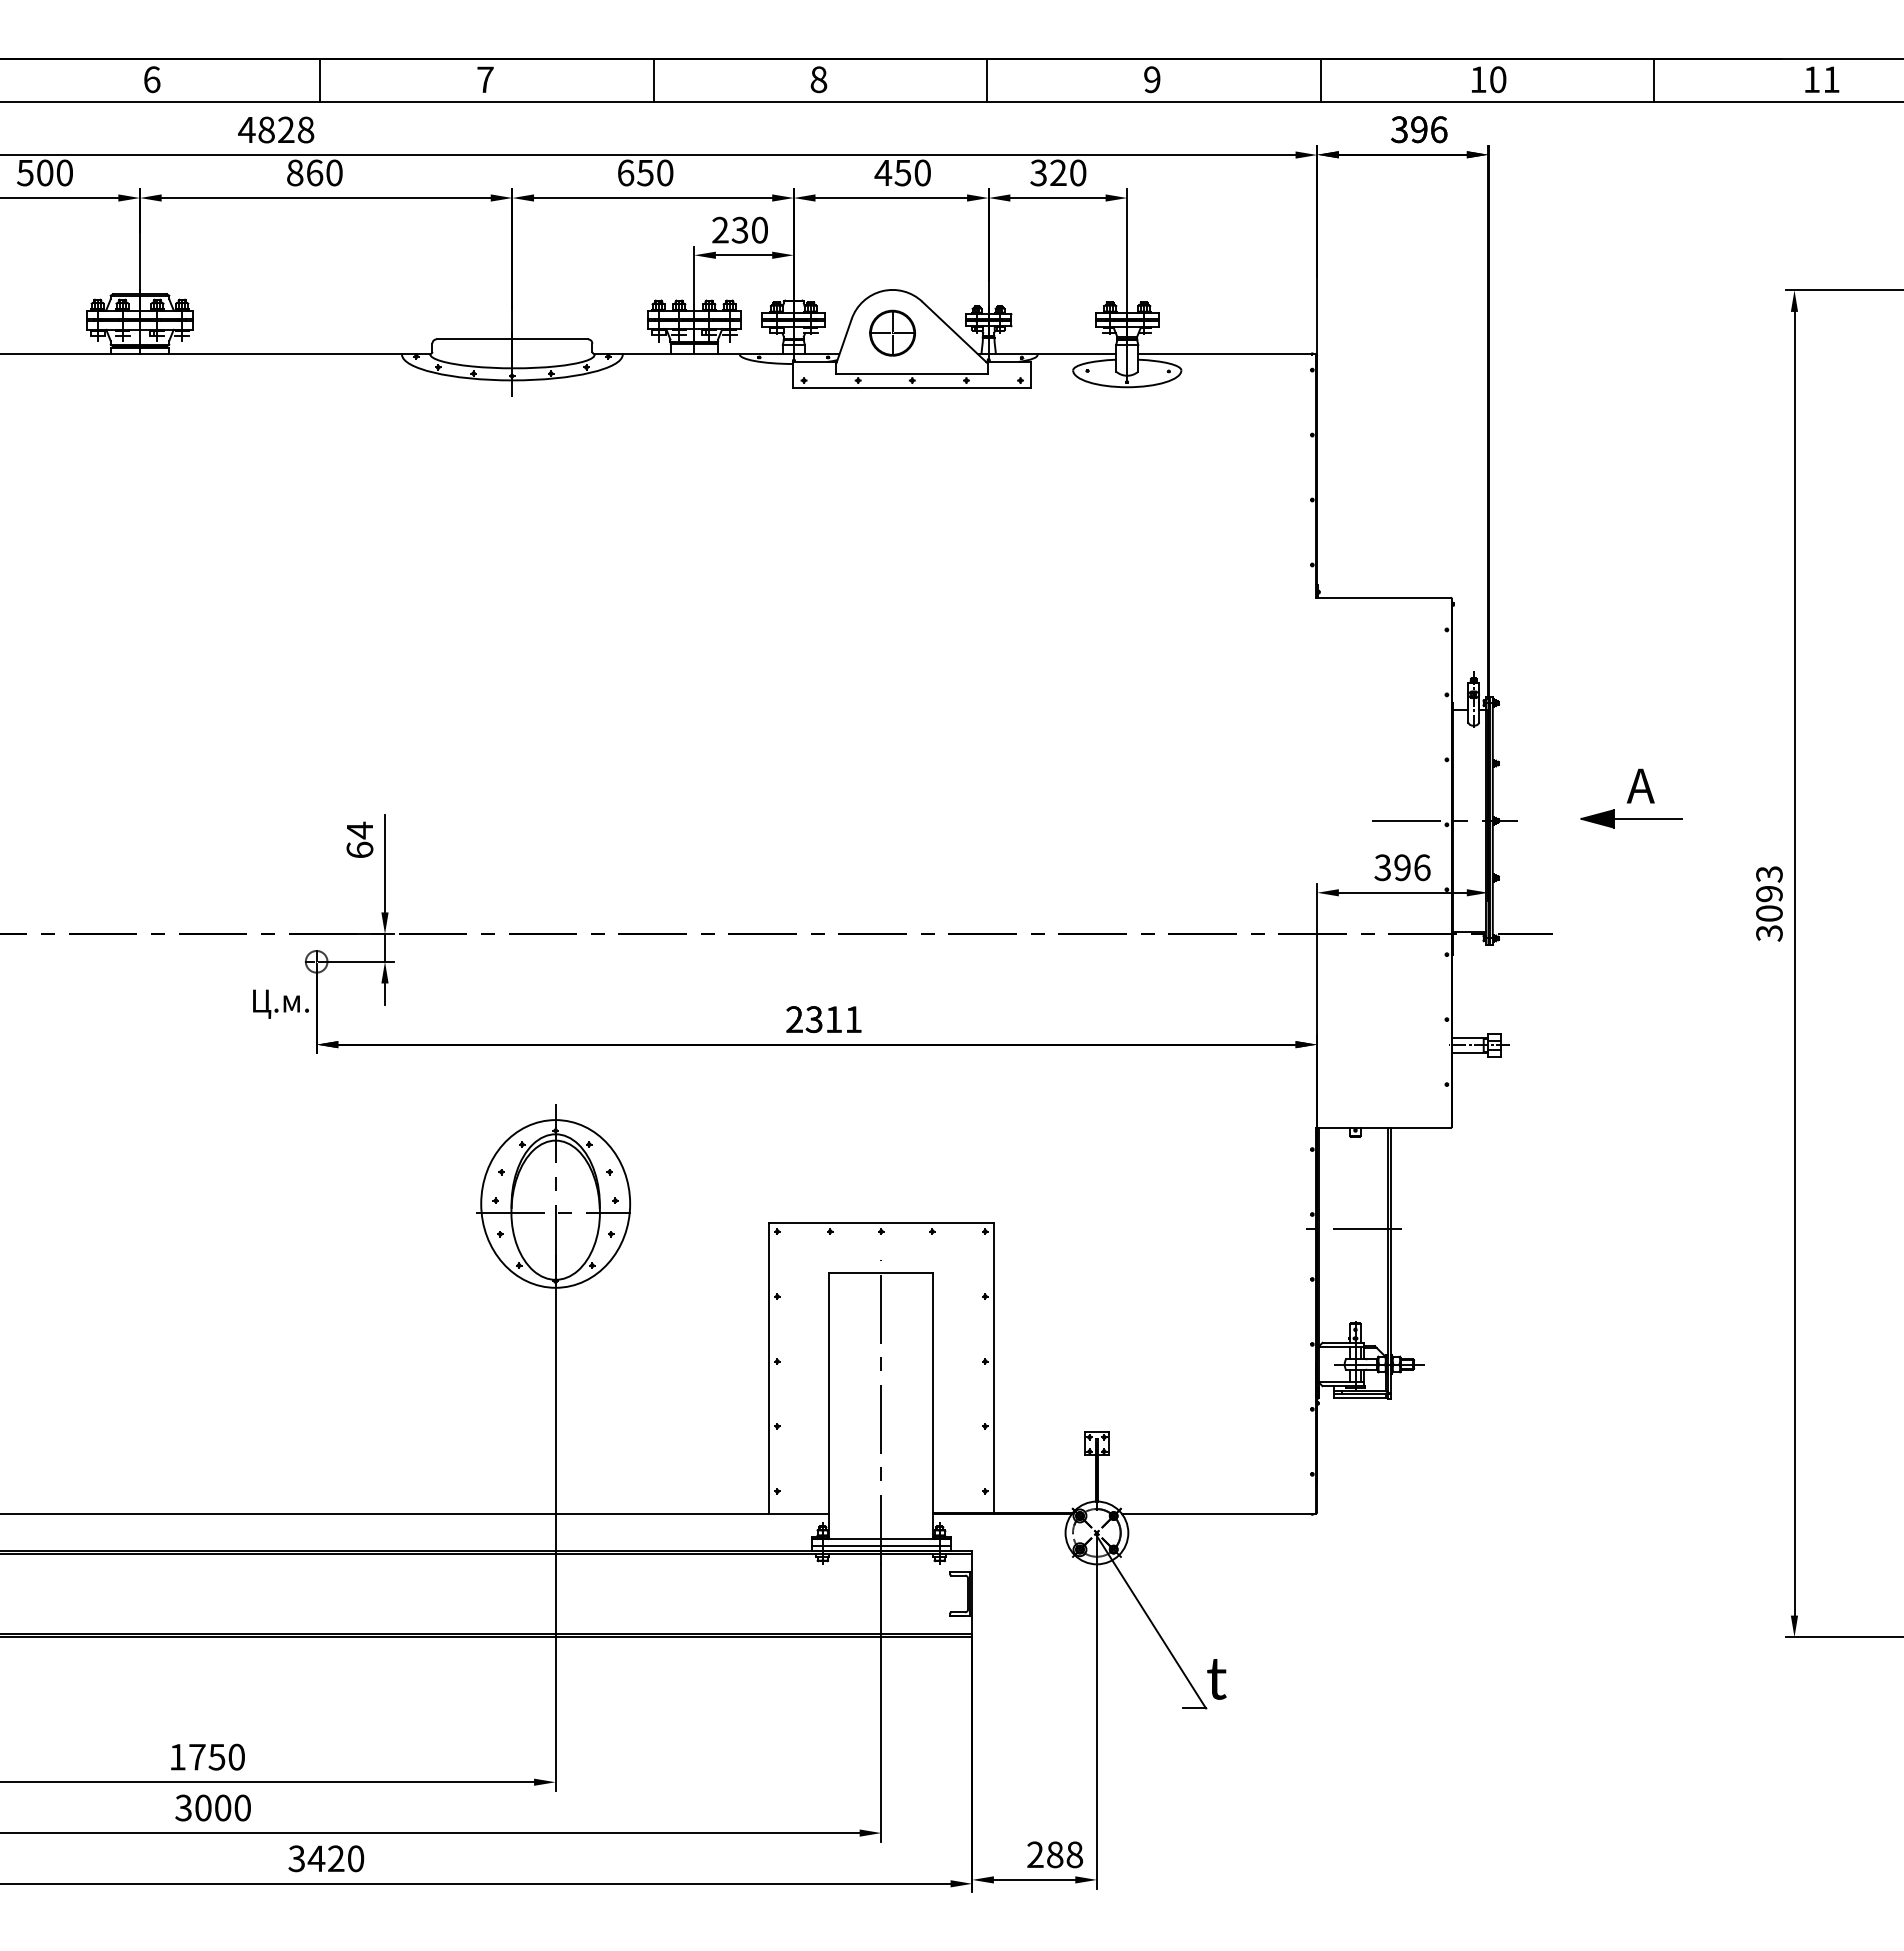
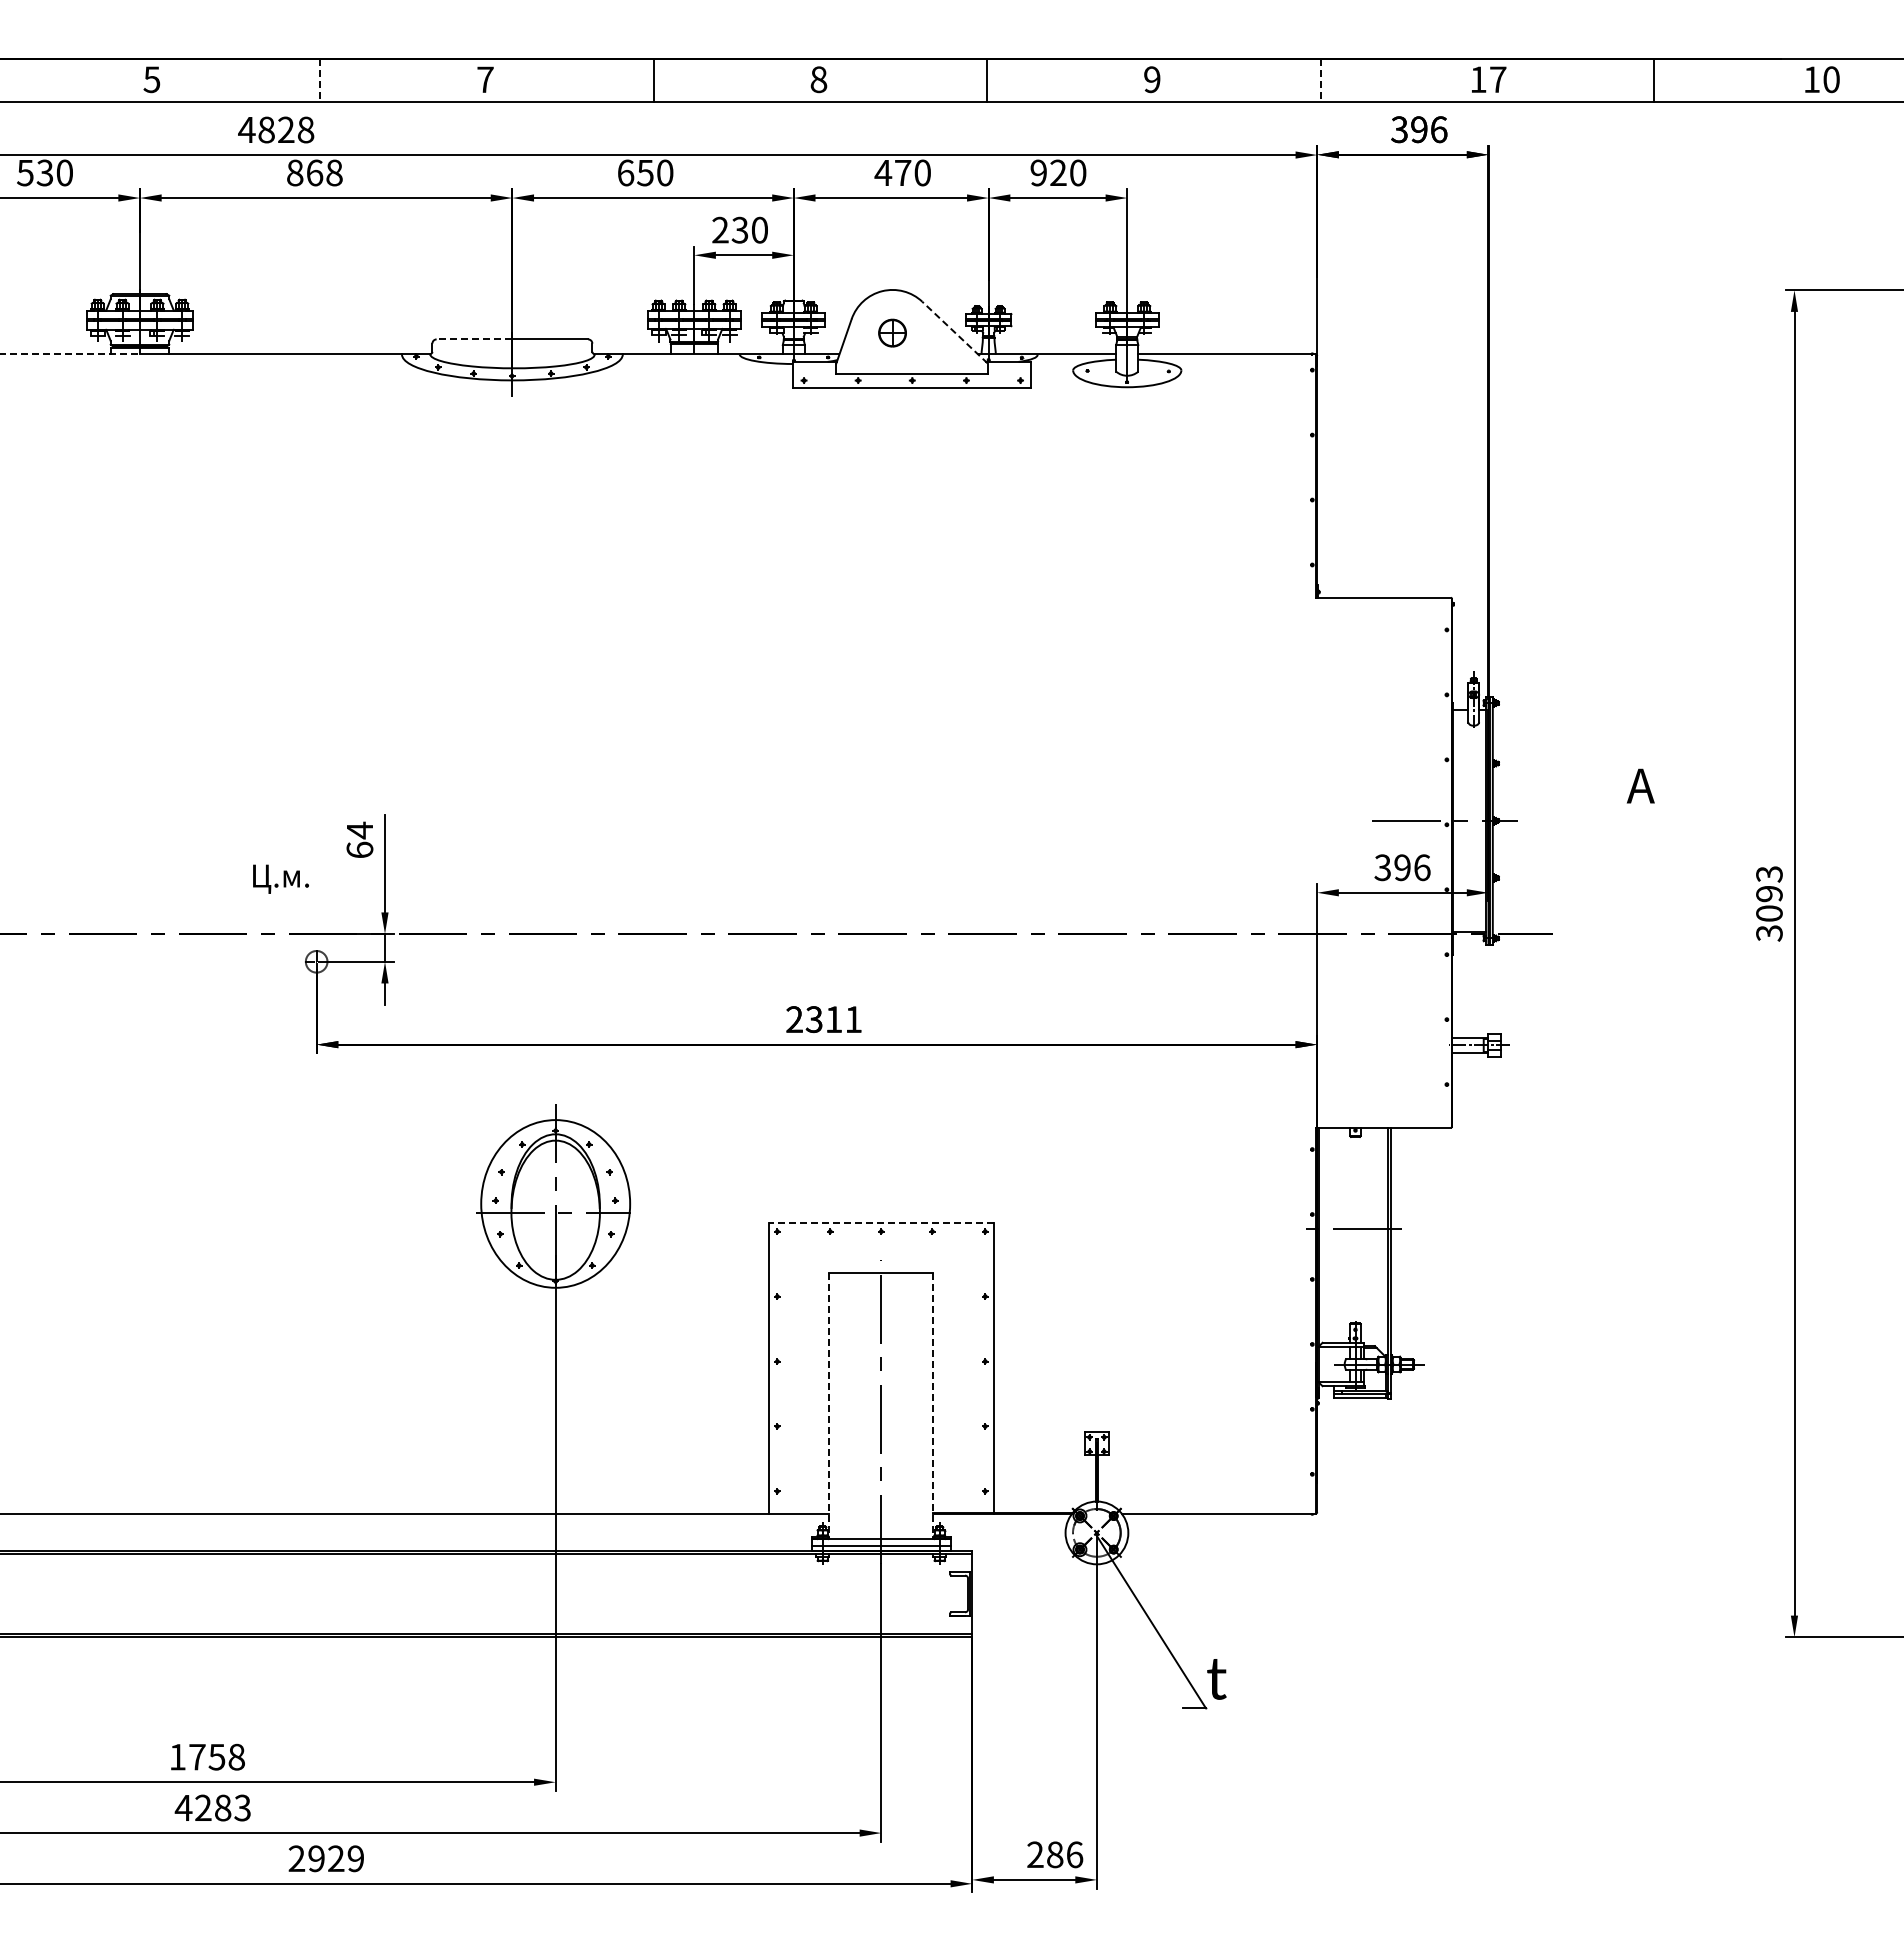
text at (151, 79): 6 -> 5
text at (1498, 79): 10 -> 17
text at (1831, 79): 11 -> 10
line at (320, 80): solid -> dashed
line at (1320, 80): solid -> dashed
text at (44, 172): 500 -> 530
text at (1038, 172): 320 -> 920
text at (334, 173): 860 -> 868
text at (902, 173): 450 -> 470
part at (892, 332) size: 47x48 px -> 29x30 px
line at (954, 332): solid -> dashed
line at (474, 339): solid -> dashed
line at (70, 354): solid -> dashed
part at (1631, 818): present -> none
text at (280, 1003) position: (280, 1003) -> (280, 878)
line at (881, 1222): solid -> dashed
line at (829, 1406): solid -> dashed
line at (933, 1406): solid -> dashed
text at (236, 1757): 1750 -> 1758
text at (212, 1807): 3000 -> 4283
text at (1074, 1854): 288 -> 286
text at (326, 1858): 3420 -> 2929
